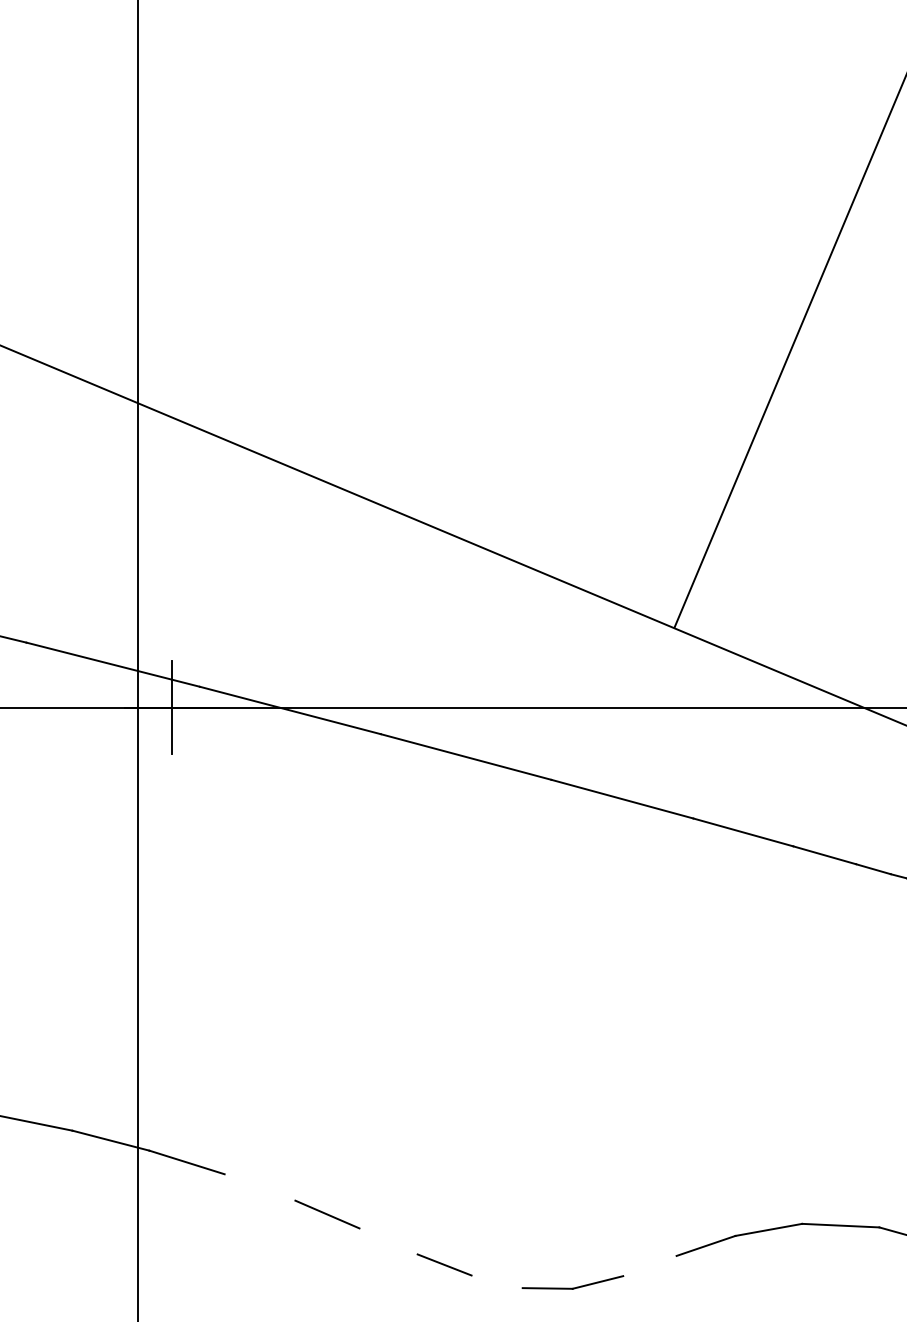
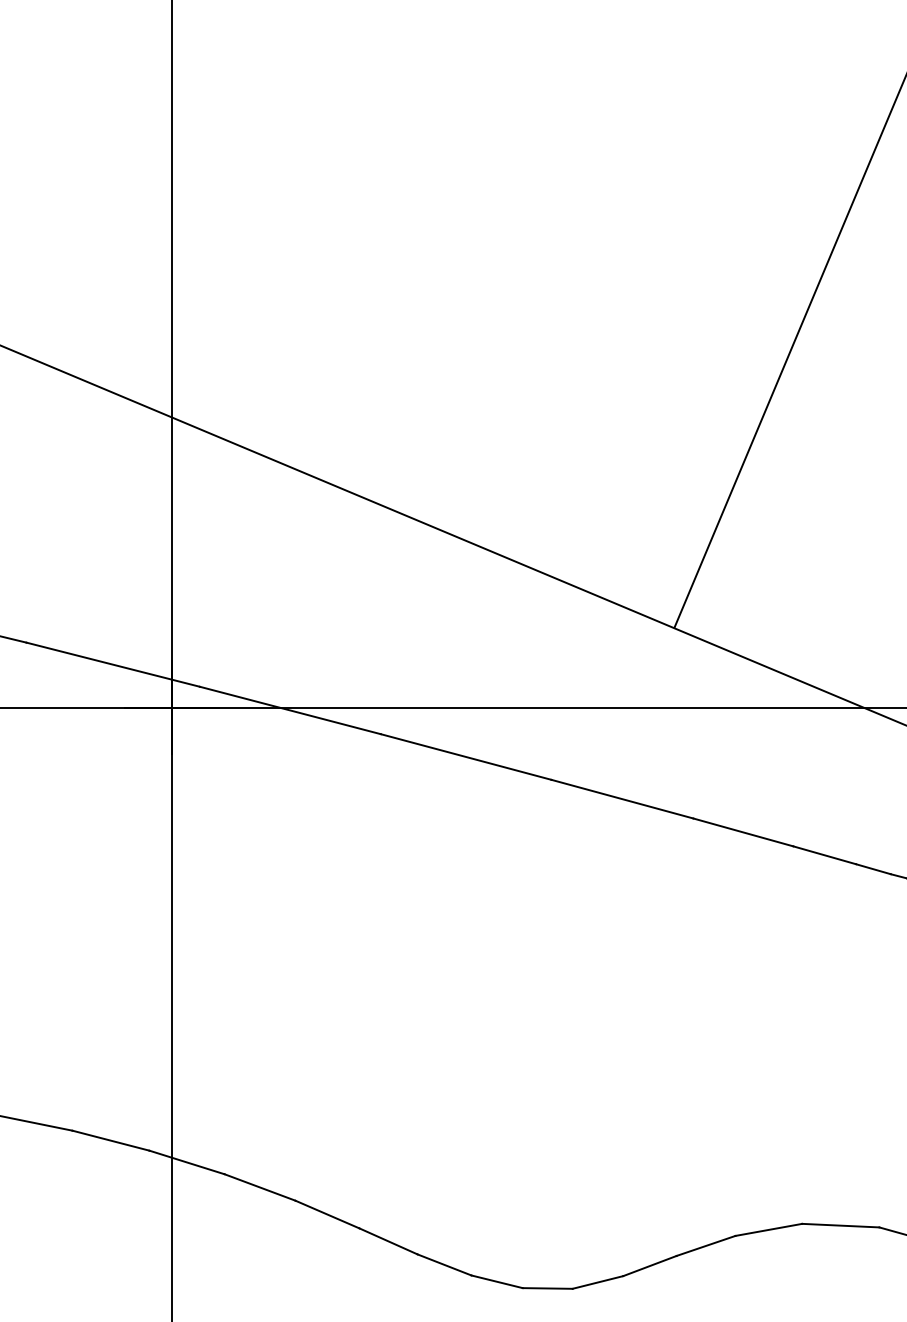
line at (138, 660) position: (138, 660) -> (172, 660)
line at (259, 1187): none -> present
line at (388, 1241): none -> present
line at (649, 1265): none -> present
line at (496, 1281): none -> present
